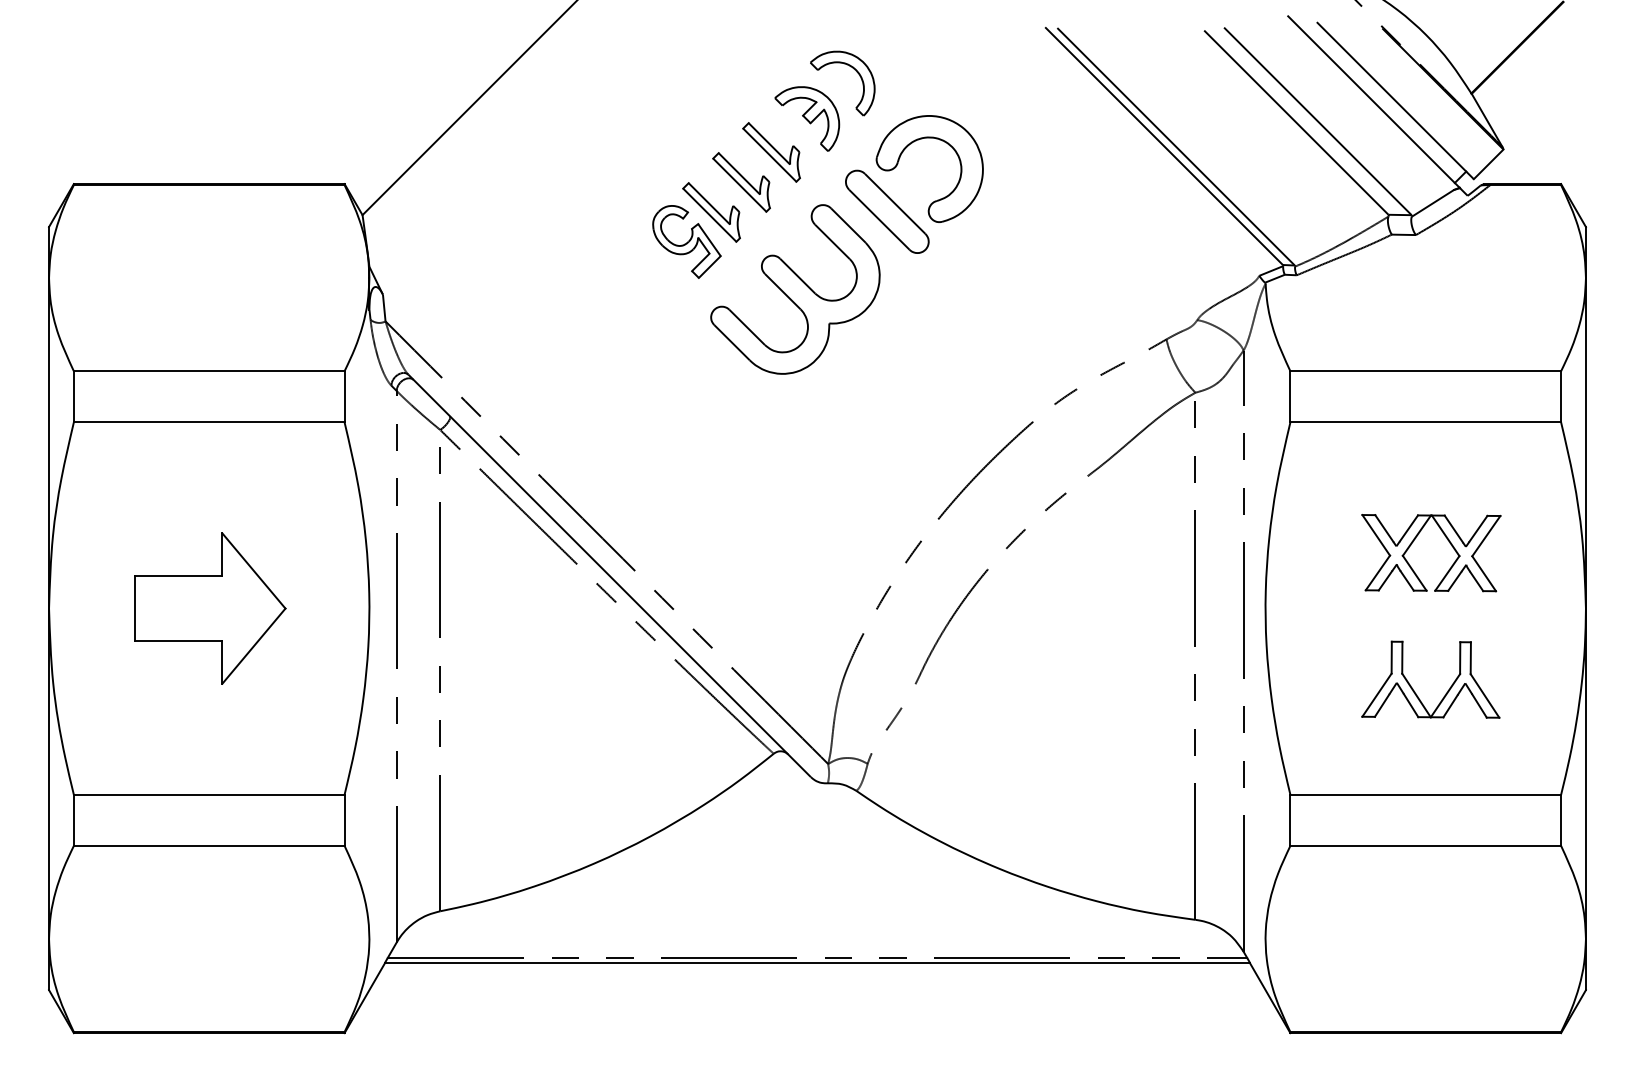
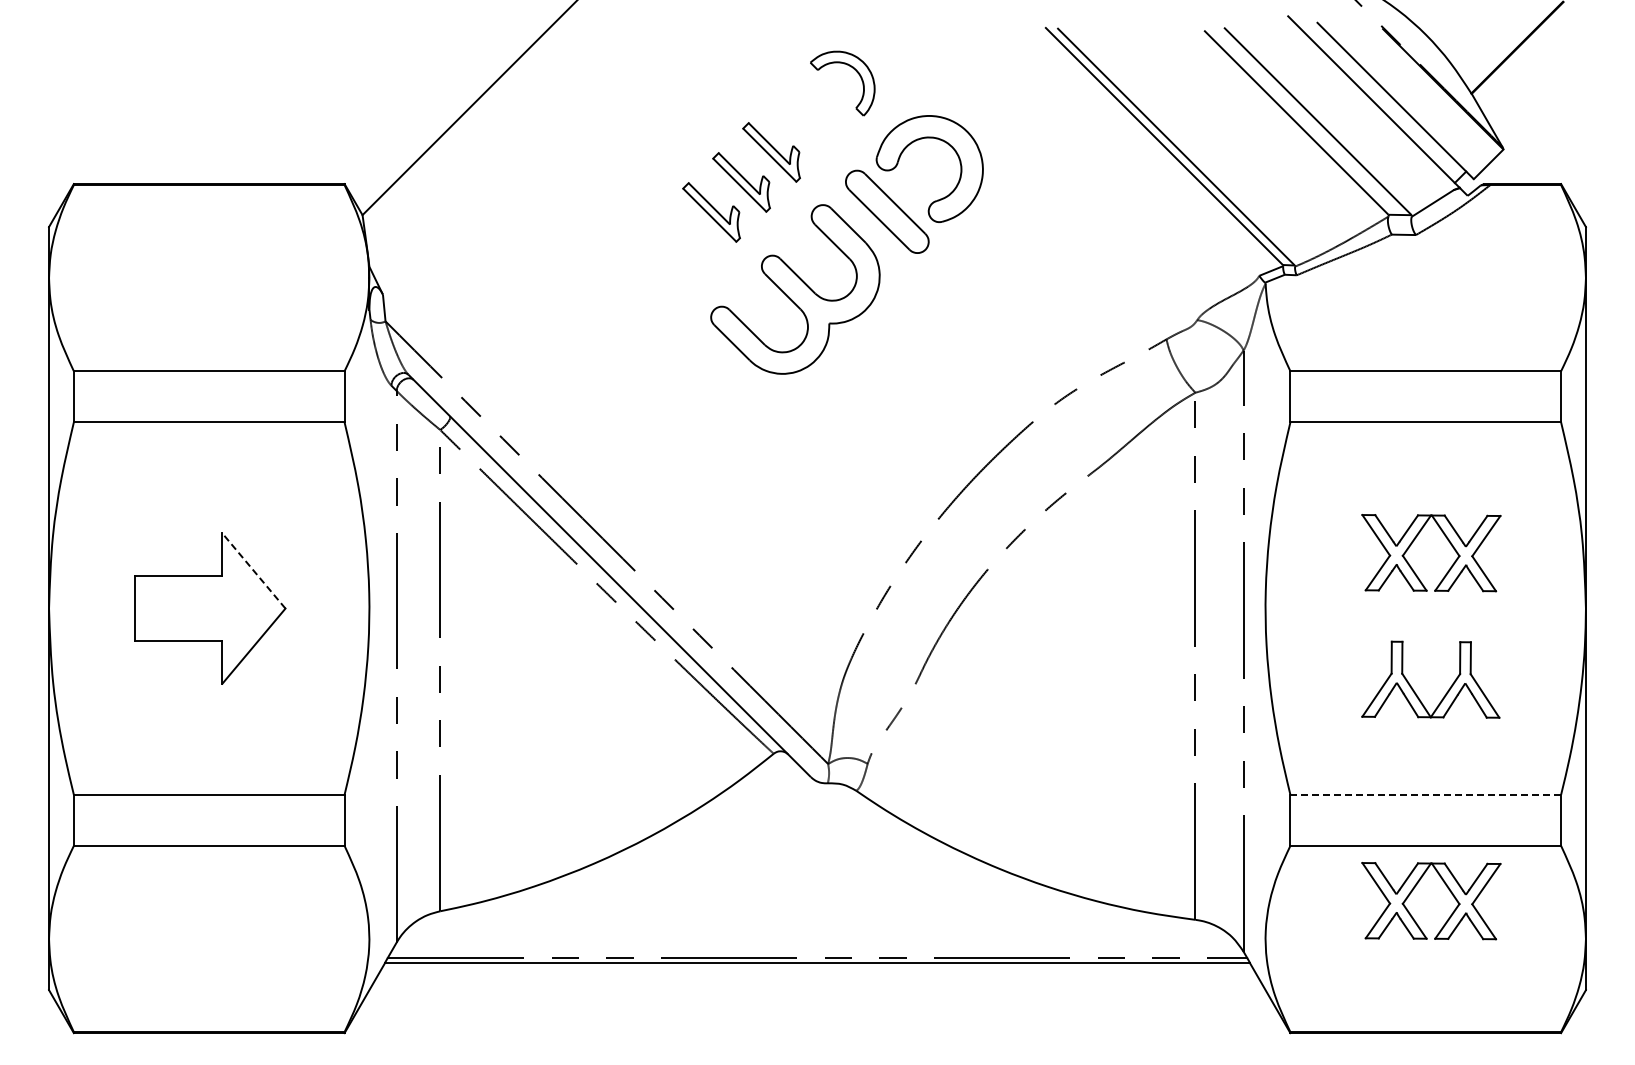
part at (807, 118): present -> none
part at (686, 241): present -> none
line at (253, 570): solid -> dashed
line at (1426, 794): solid -> dashed
part at (1449, 891): none -> present
